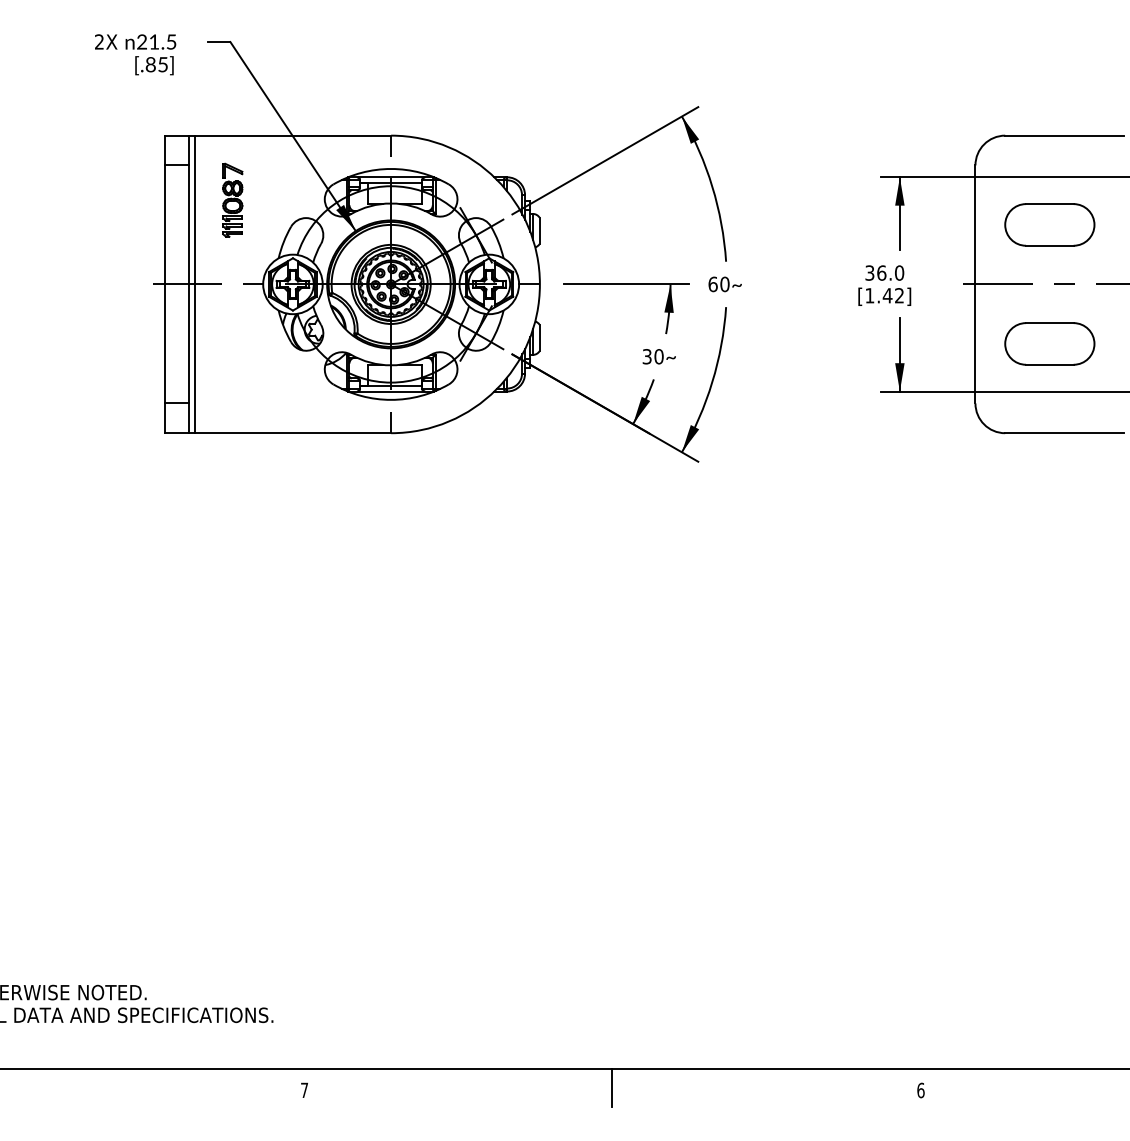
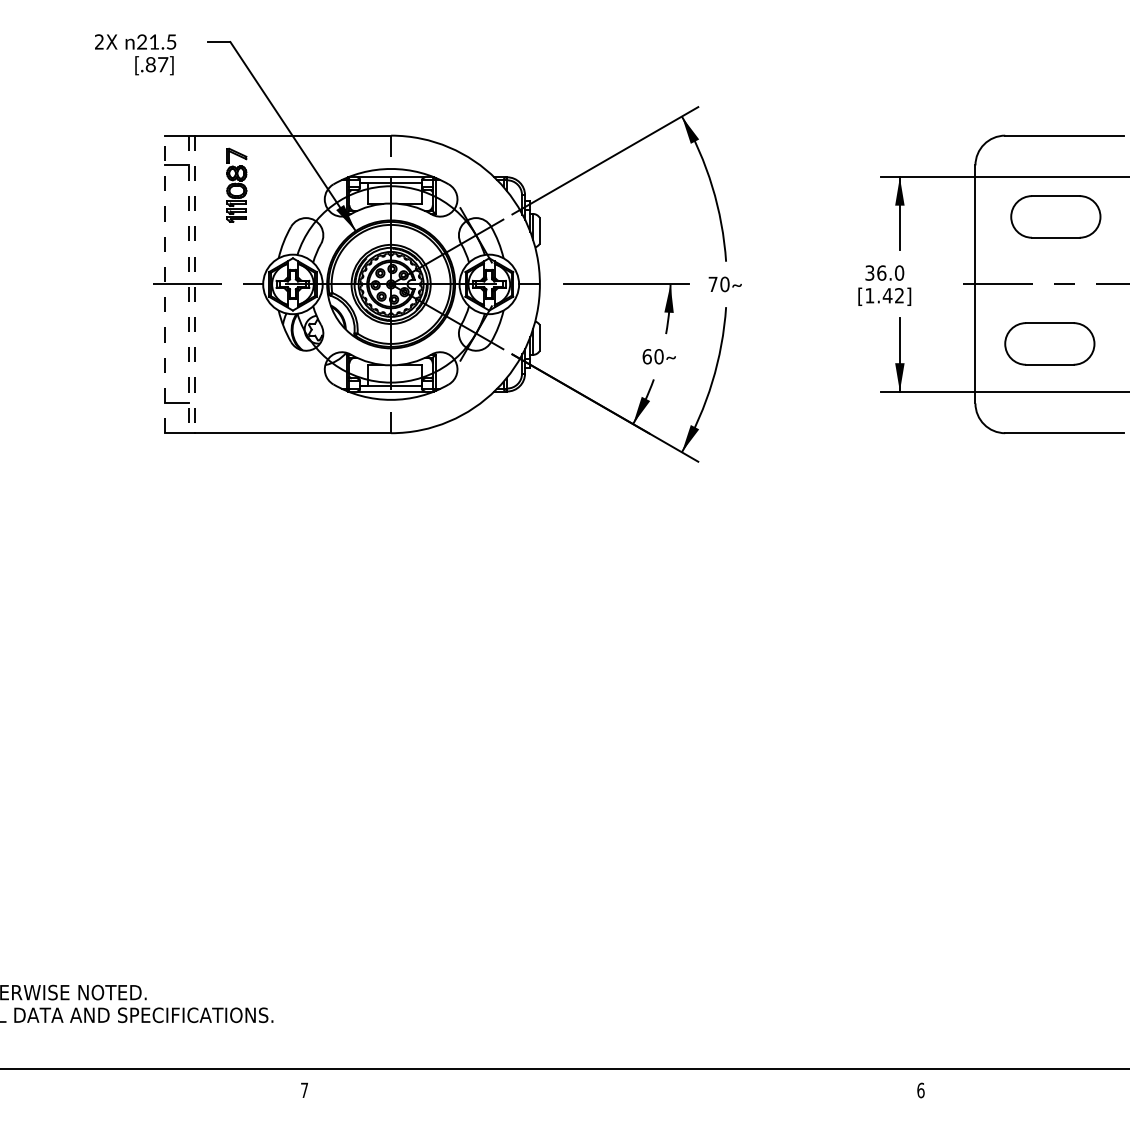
text at (163, 64): [.85] -> [.87]
part at (232, 199) position: (232, 199) -> (236, 184)
part at (1049, 224) position: (1049, 224) -> (1055, 216)
line at (165, 284): solid -> dashed
line at (188, 284): solid -> dashed
line at (194, 284): solid -> dashed
text at (712, 284): 60 -> 70
text at (646, 356): 30 -> 60
line at (612, 1087): present -> none
